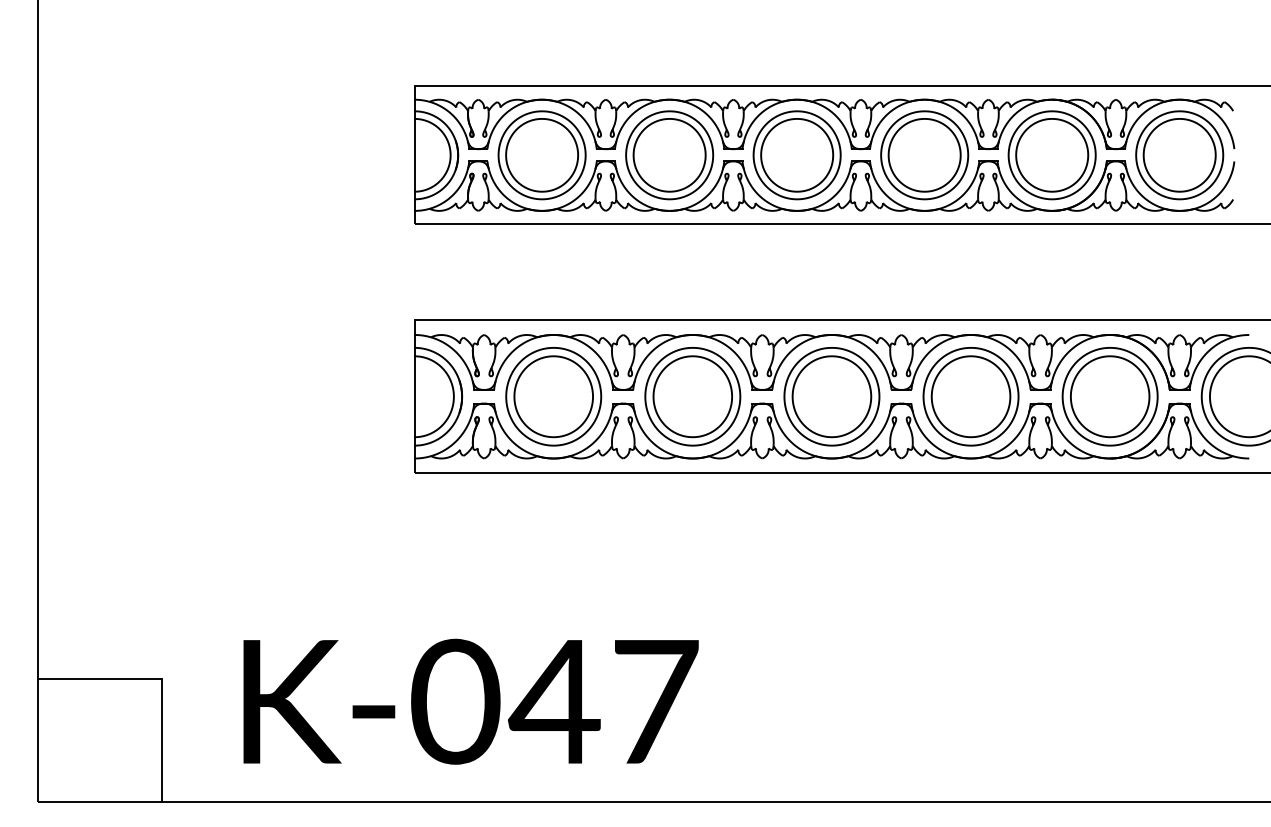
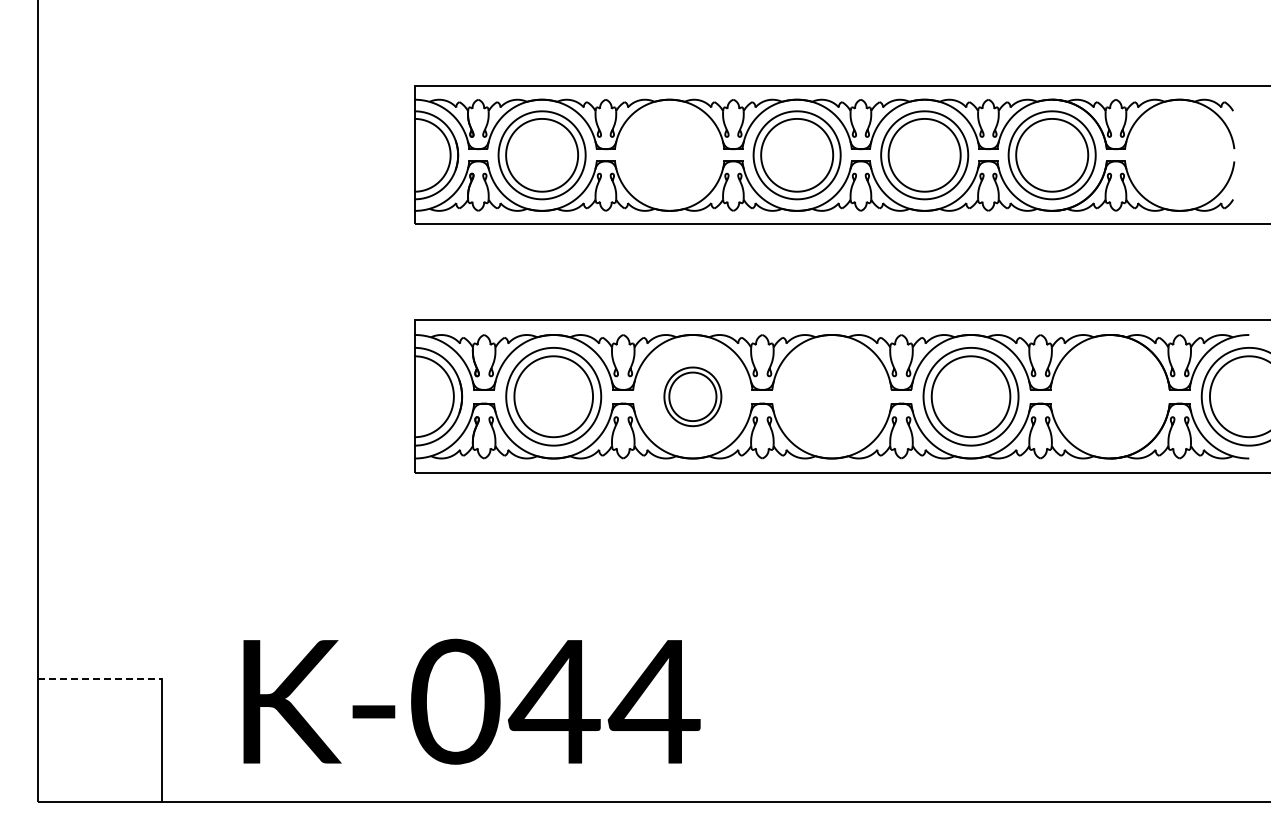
part at (669, 155): present -> none
part at (1179, 155): present -> none
part at (692, 396) size: 98x100 px -> 60x62 px
part at (831, 396): present -> none
part at (1109, 396): present -> none
line at (99, 678): solid -> dashed
text at (653, 701): K-047 -> K-044
